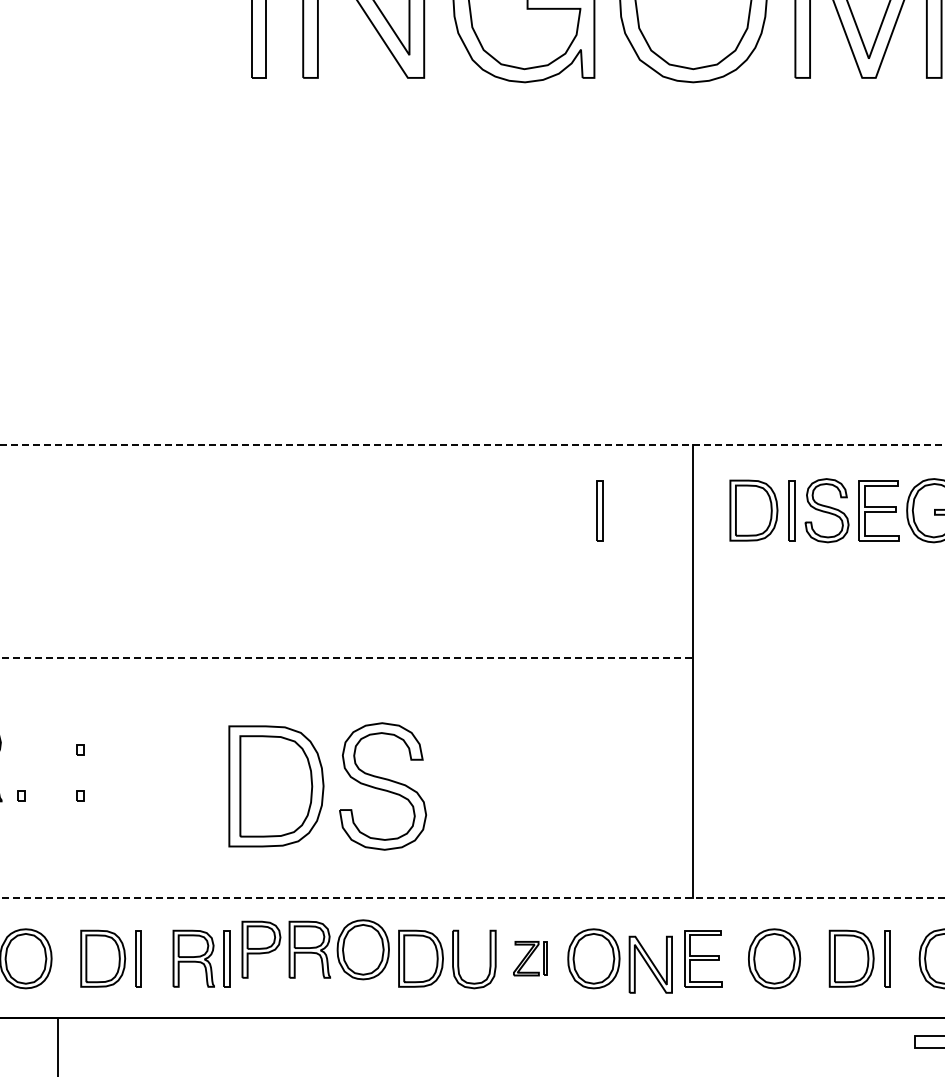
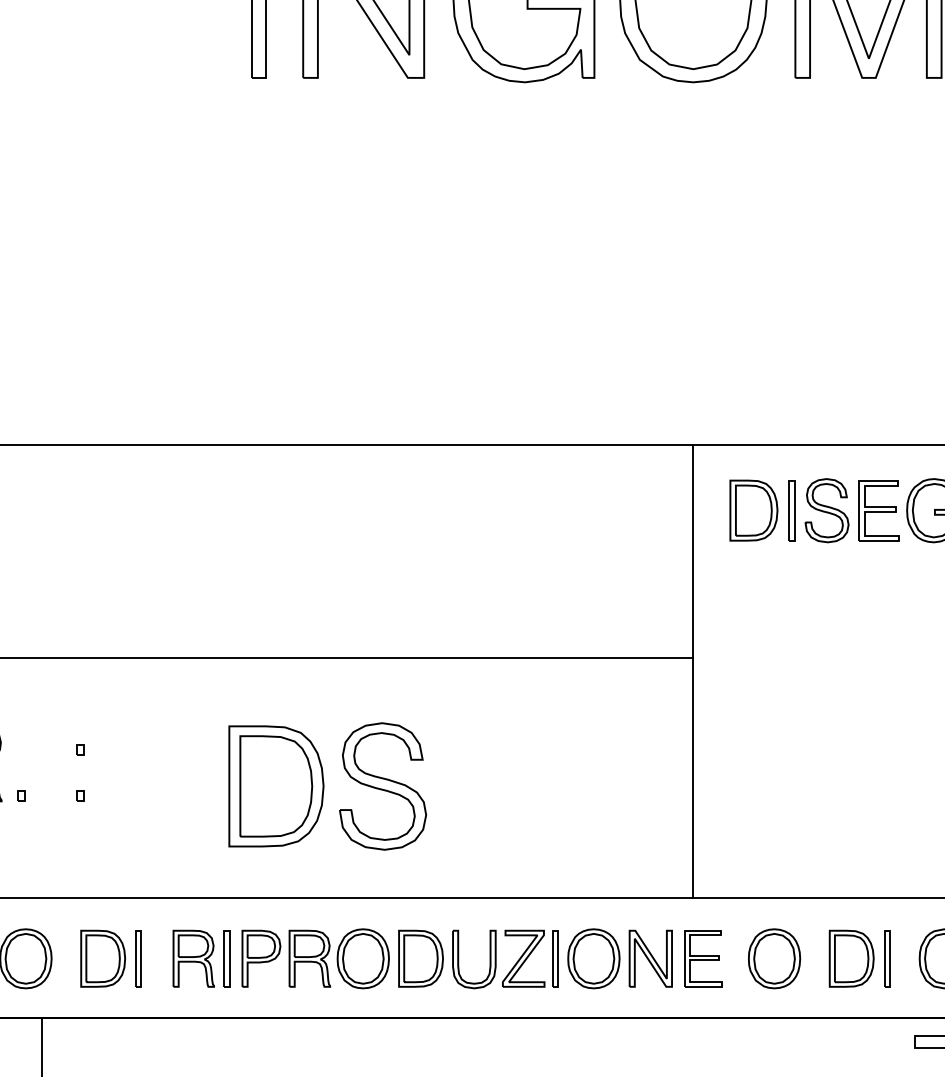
line at (472, 445): dashed -> solid
part at (599, 510): present -> none
line at (346, 657): dashed -> solid
line at (472, 897): dashed -> solid
part at (315, 949) position: (315, 949) -> (315, 958)
part at (530, 958) size: 35x36 px -> 57x59 px
part at (650, 964) position: (650, 964) -> (650, 958)
line at (57, 1045) position: (57, 1045) -> (41, 1045)
